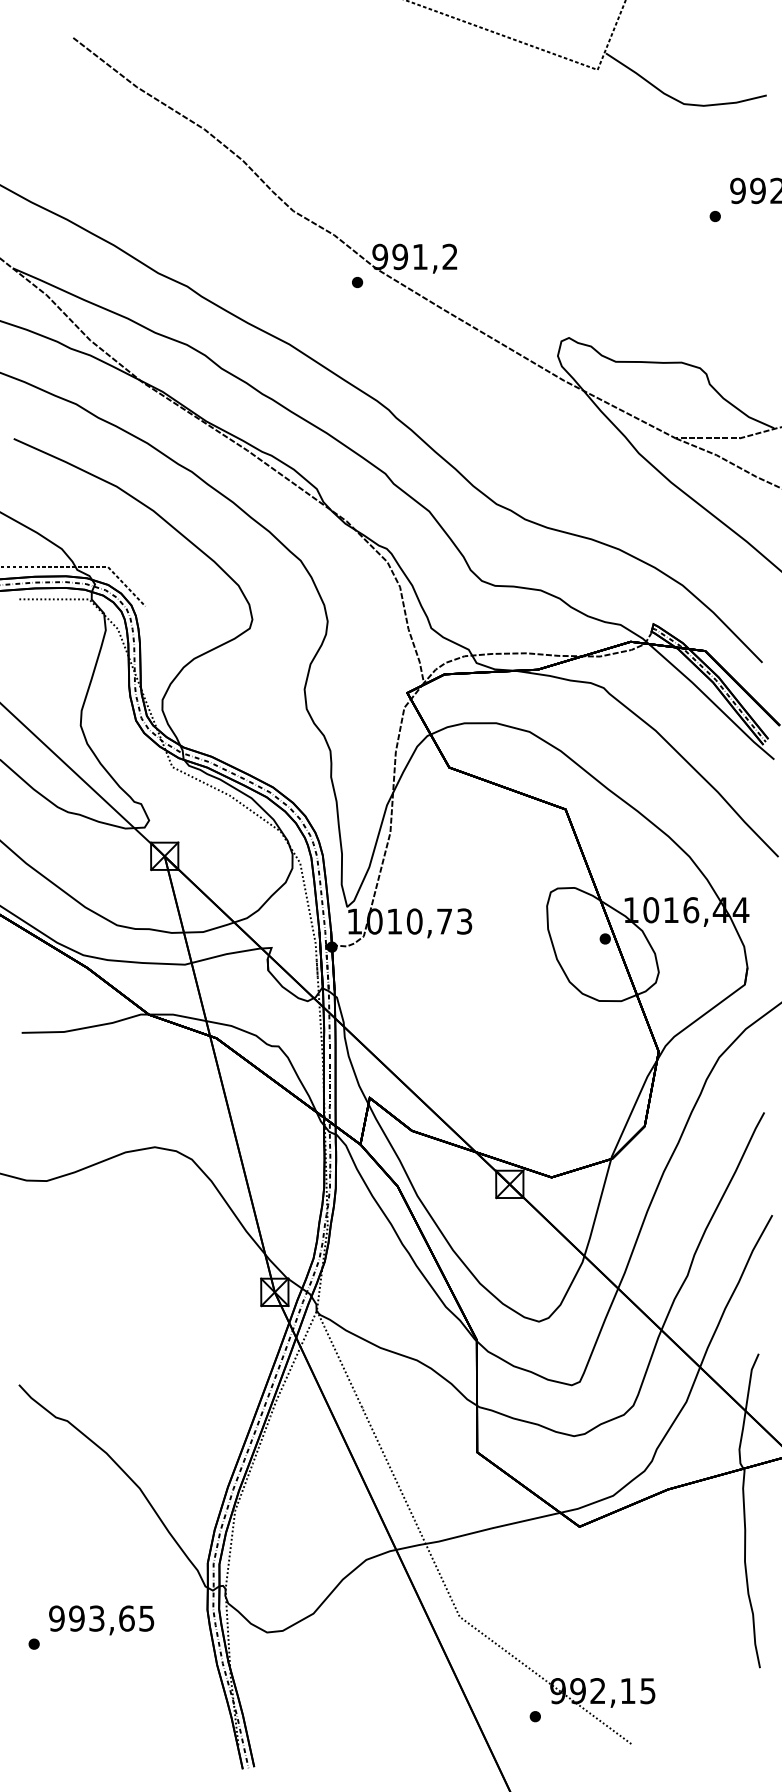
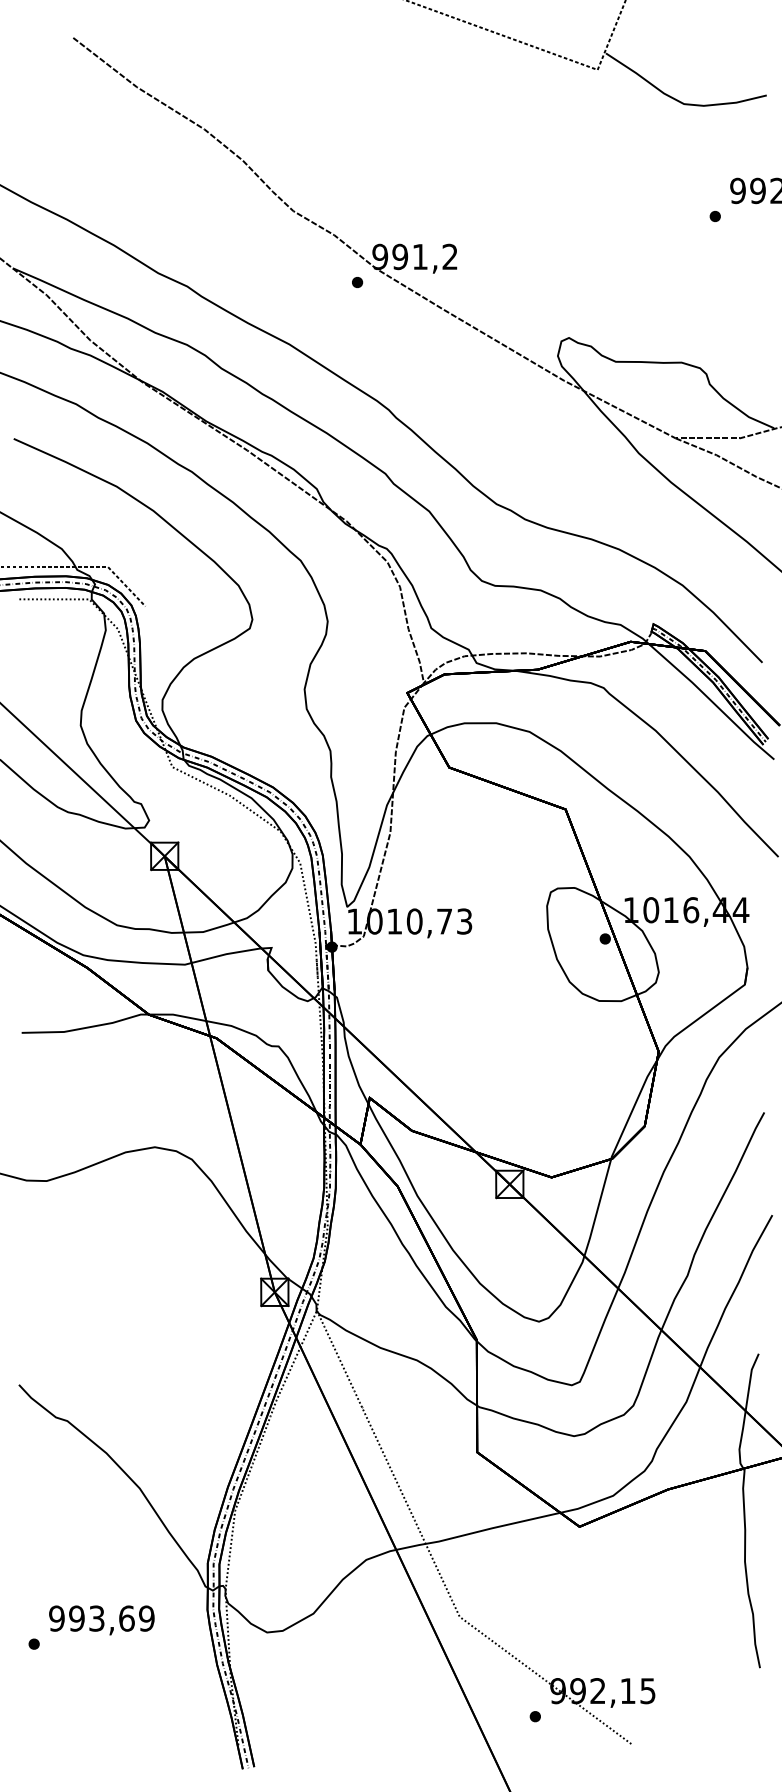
text at (146, 1618): 993,65 -> 993,69
